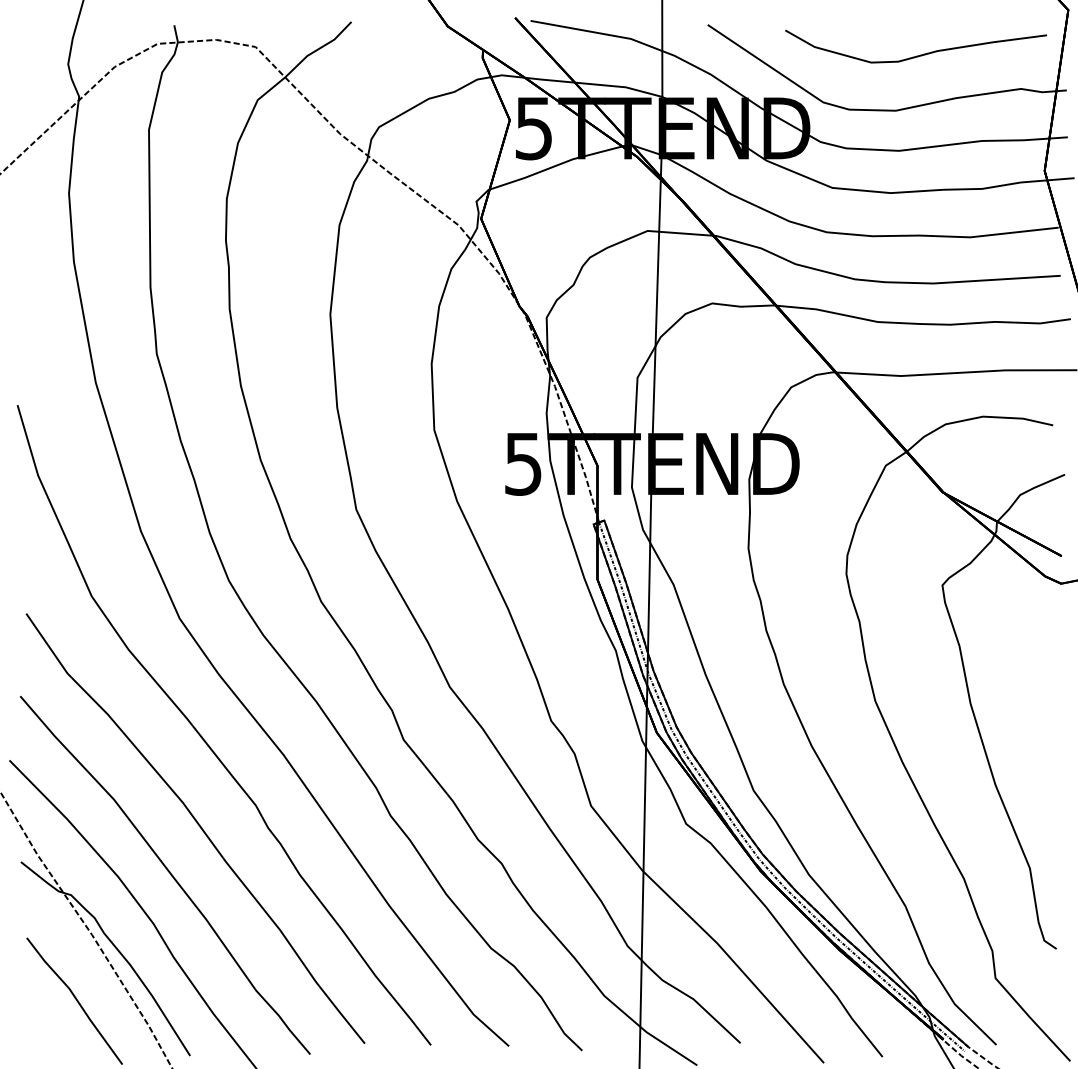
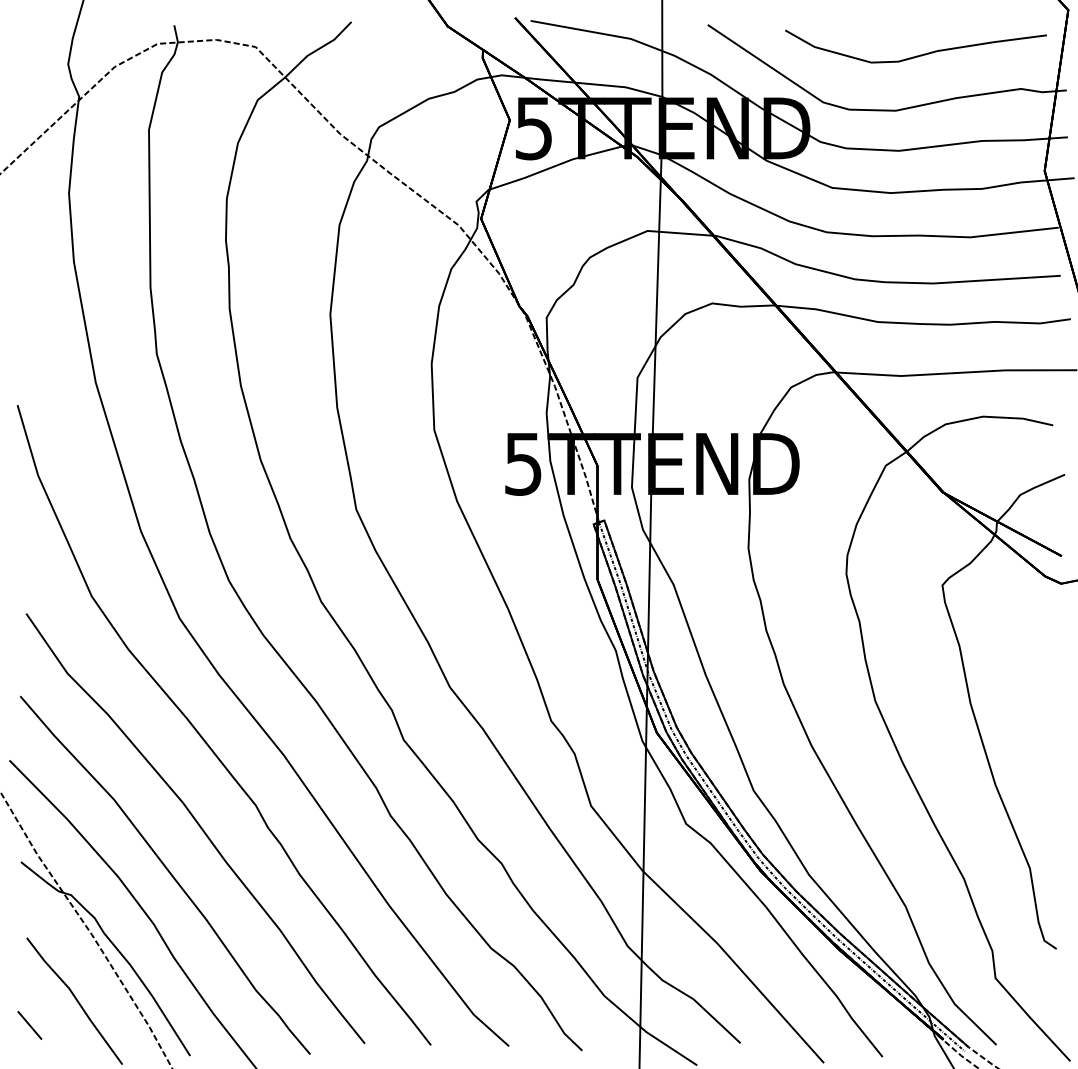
line at (29, 1025): none -> present
